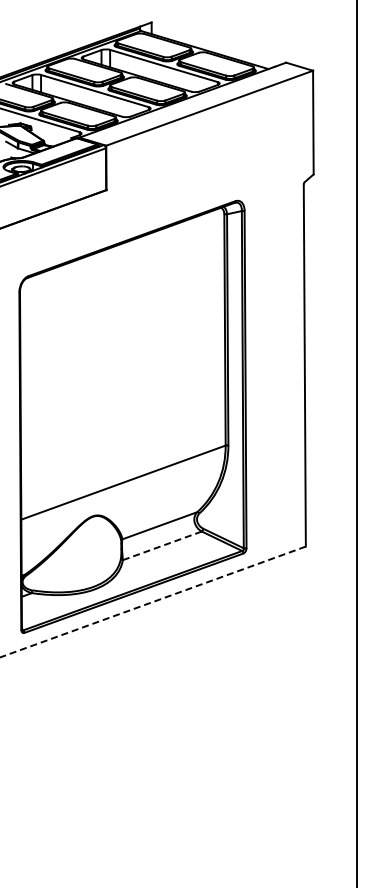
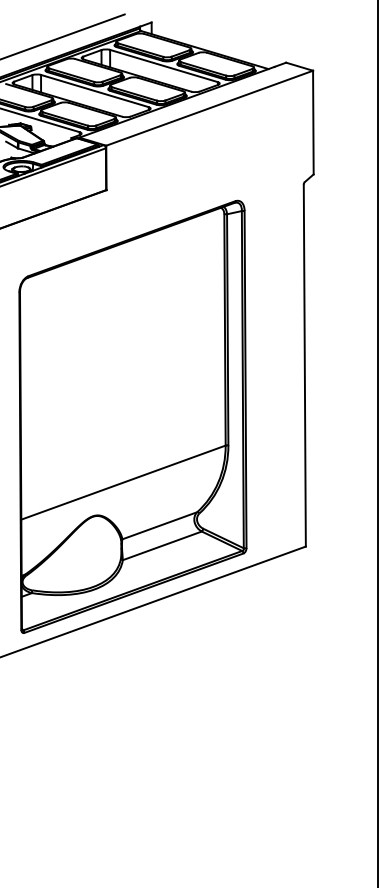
line at (63, 36): none -> present
line at (356, 443) position: (356, 443) -> (377, 443)
line at (161, 546): dashed -> solid
line at (152, 602): dashed -> solid
